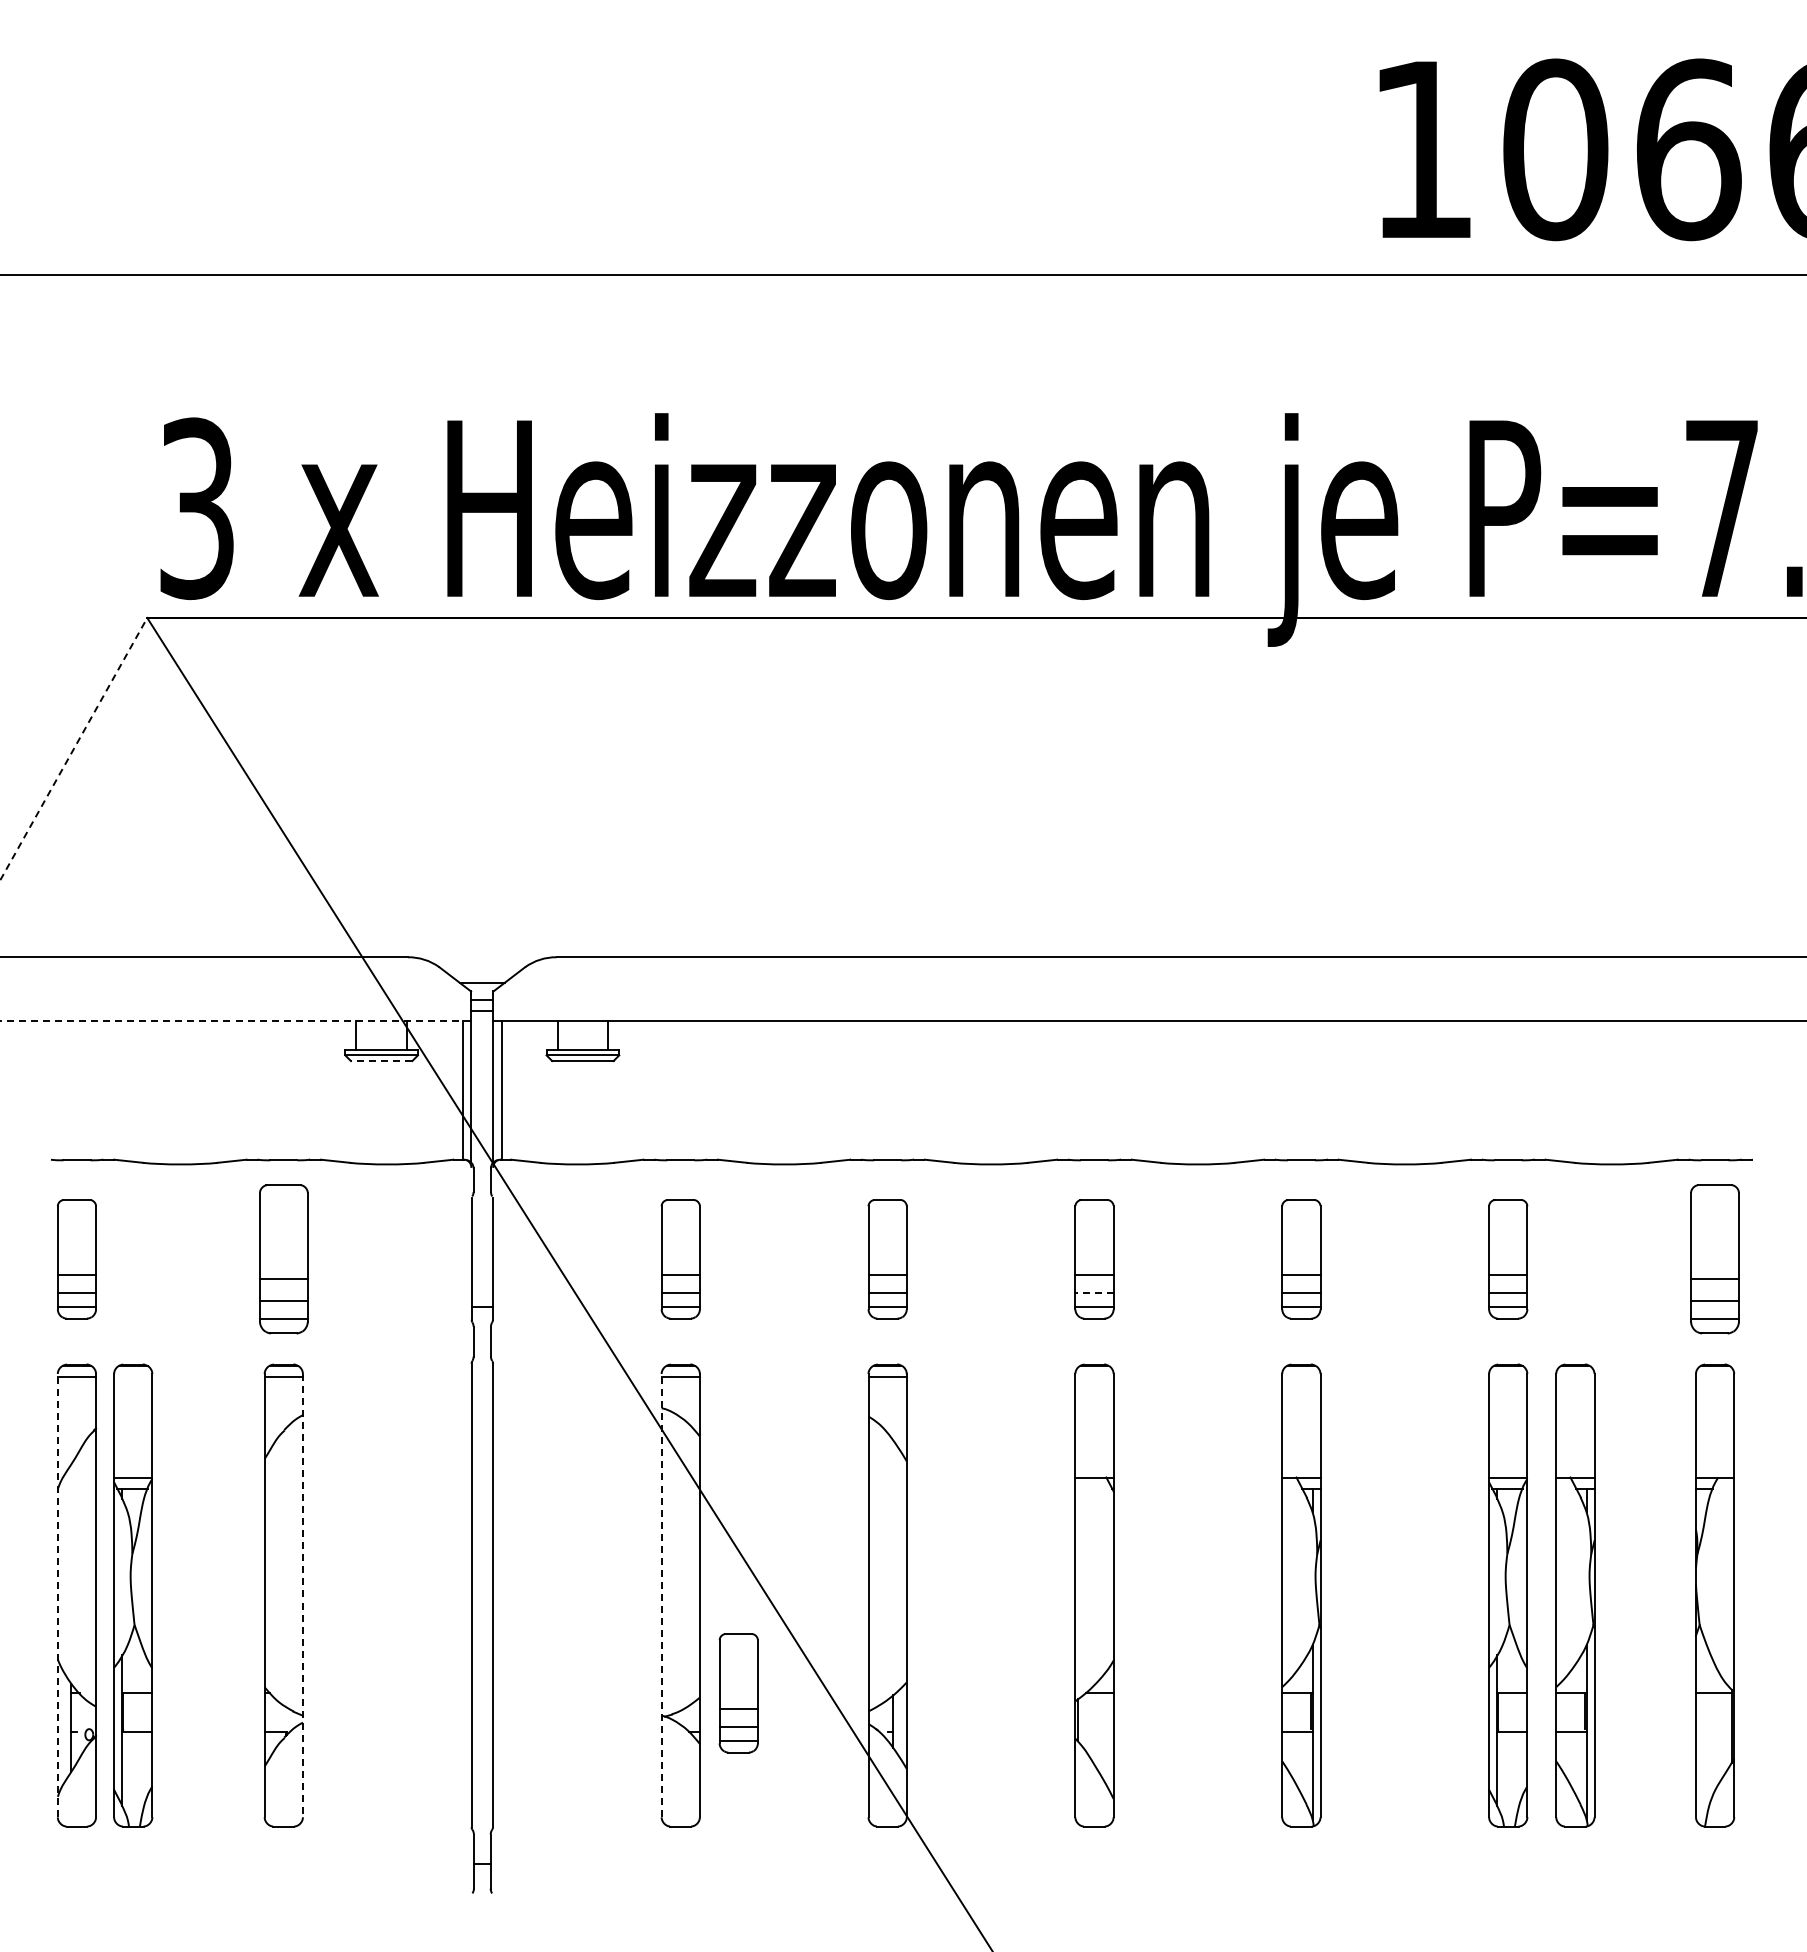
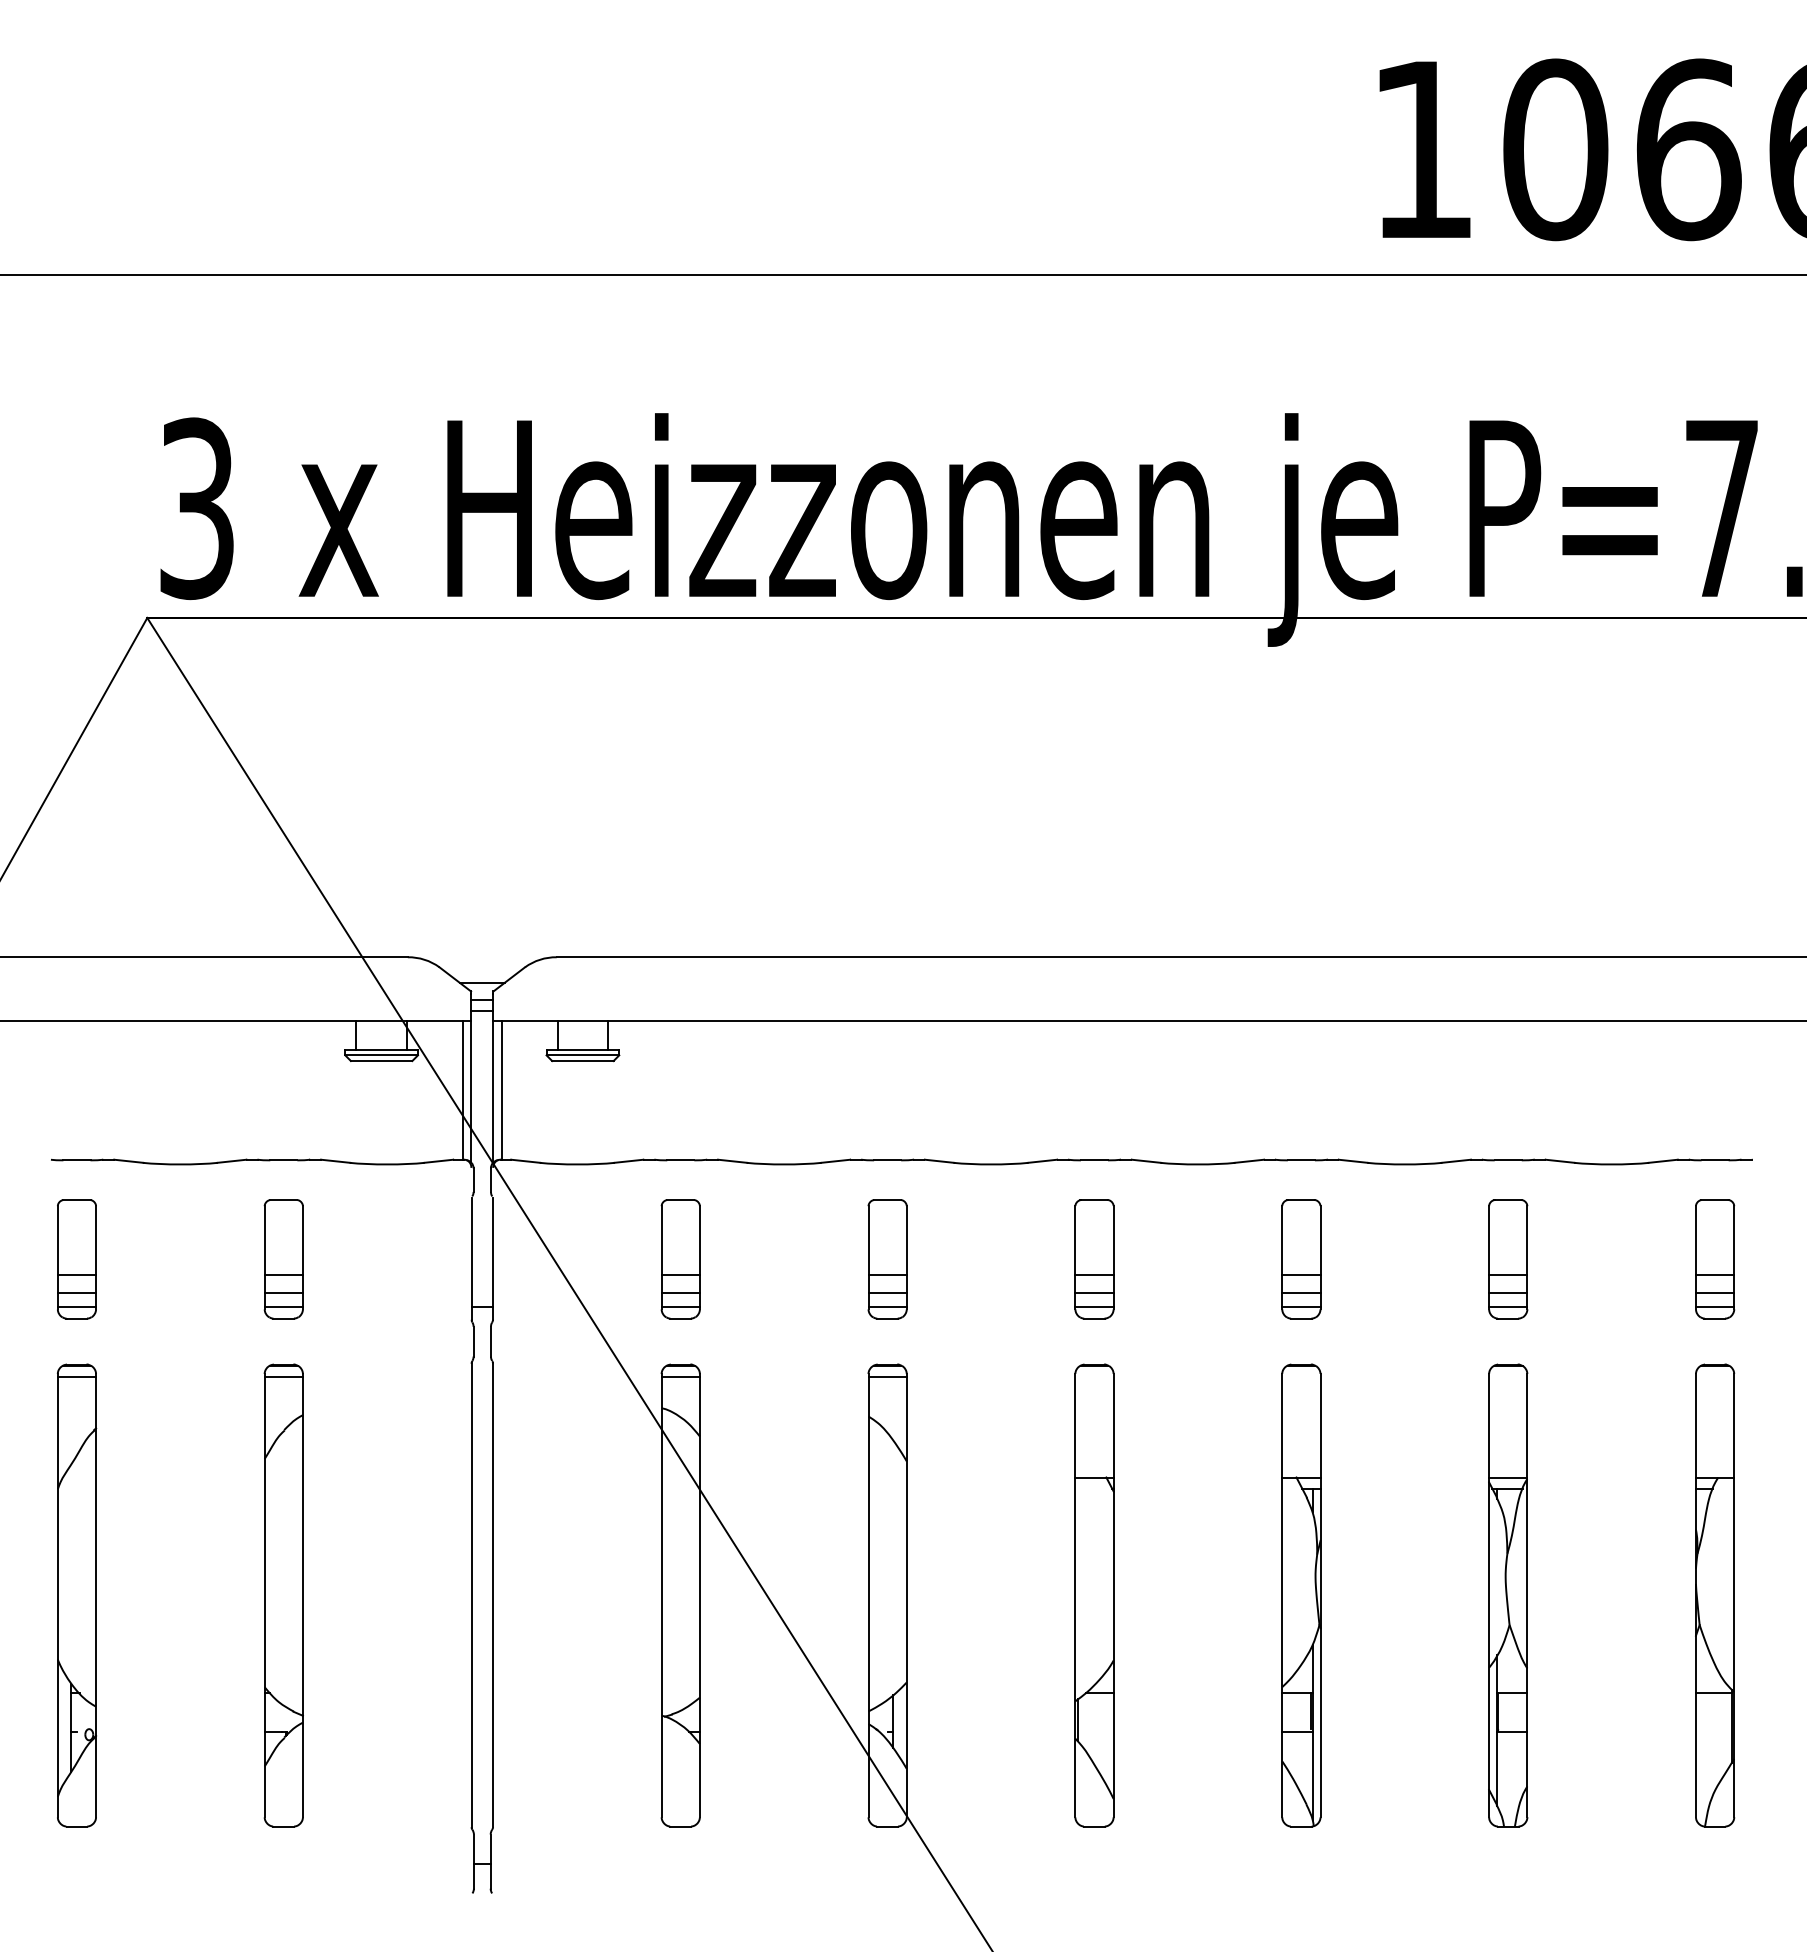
line at (74, 748): dashed -> solid
line at (235, 1021): dashed -> solid
line at (381, 1061): dashed -> solid
part at (283, 1259) size: 50x151 px -> 41x121 px
part at (1714, 1259) size: 50x151 px -> 41x121 px
line at (1094, 1292): dashed -> solid
line at (57, 1595): dashed -> solid
part at (133, 1595): present -> none
line at (302, 1595): dashed -> solid
line at (661, 1595): dashed -> solid
part at (1575, 1595): present -> none
part at (738, 1693): present -> none
